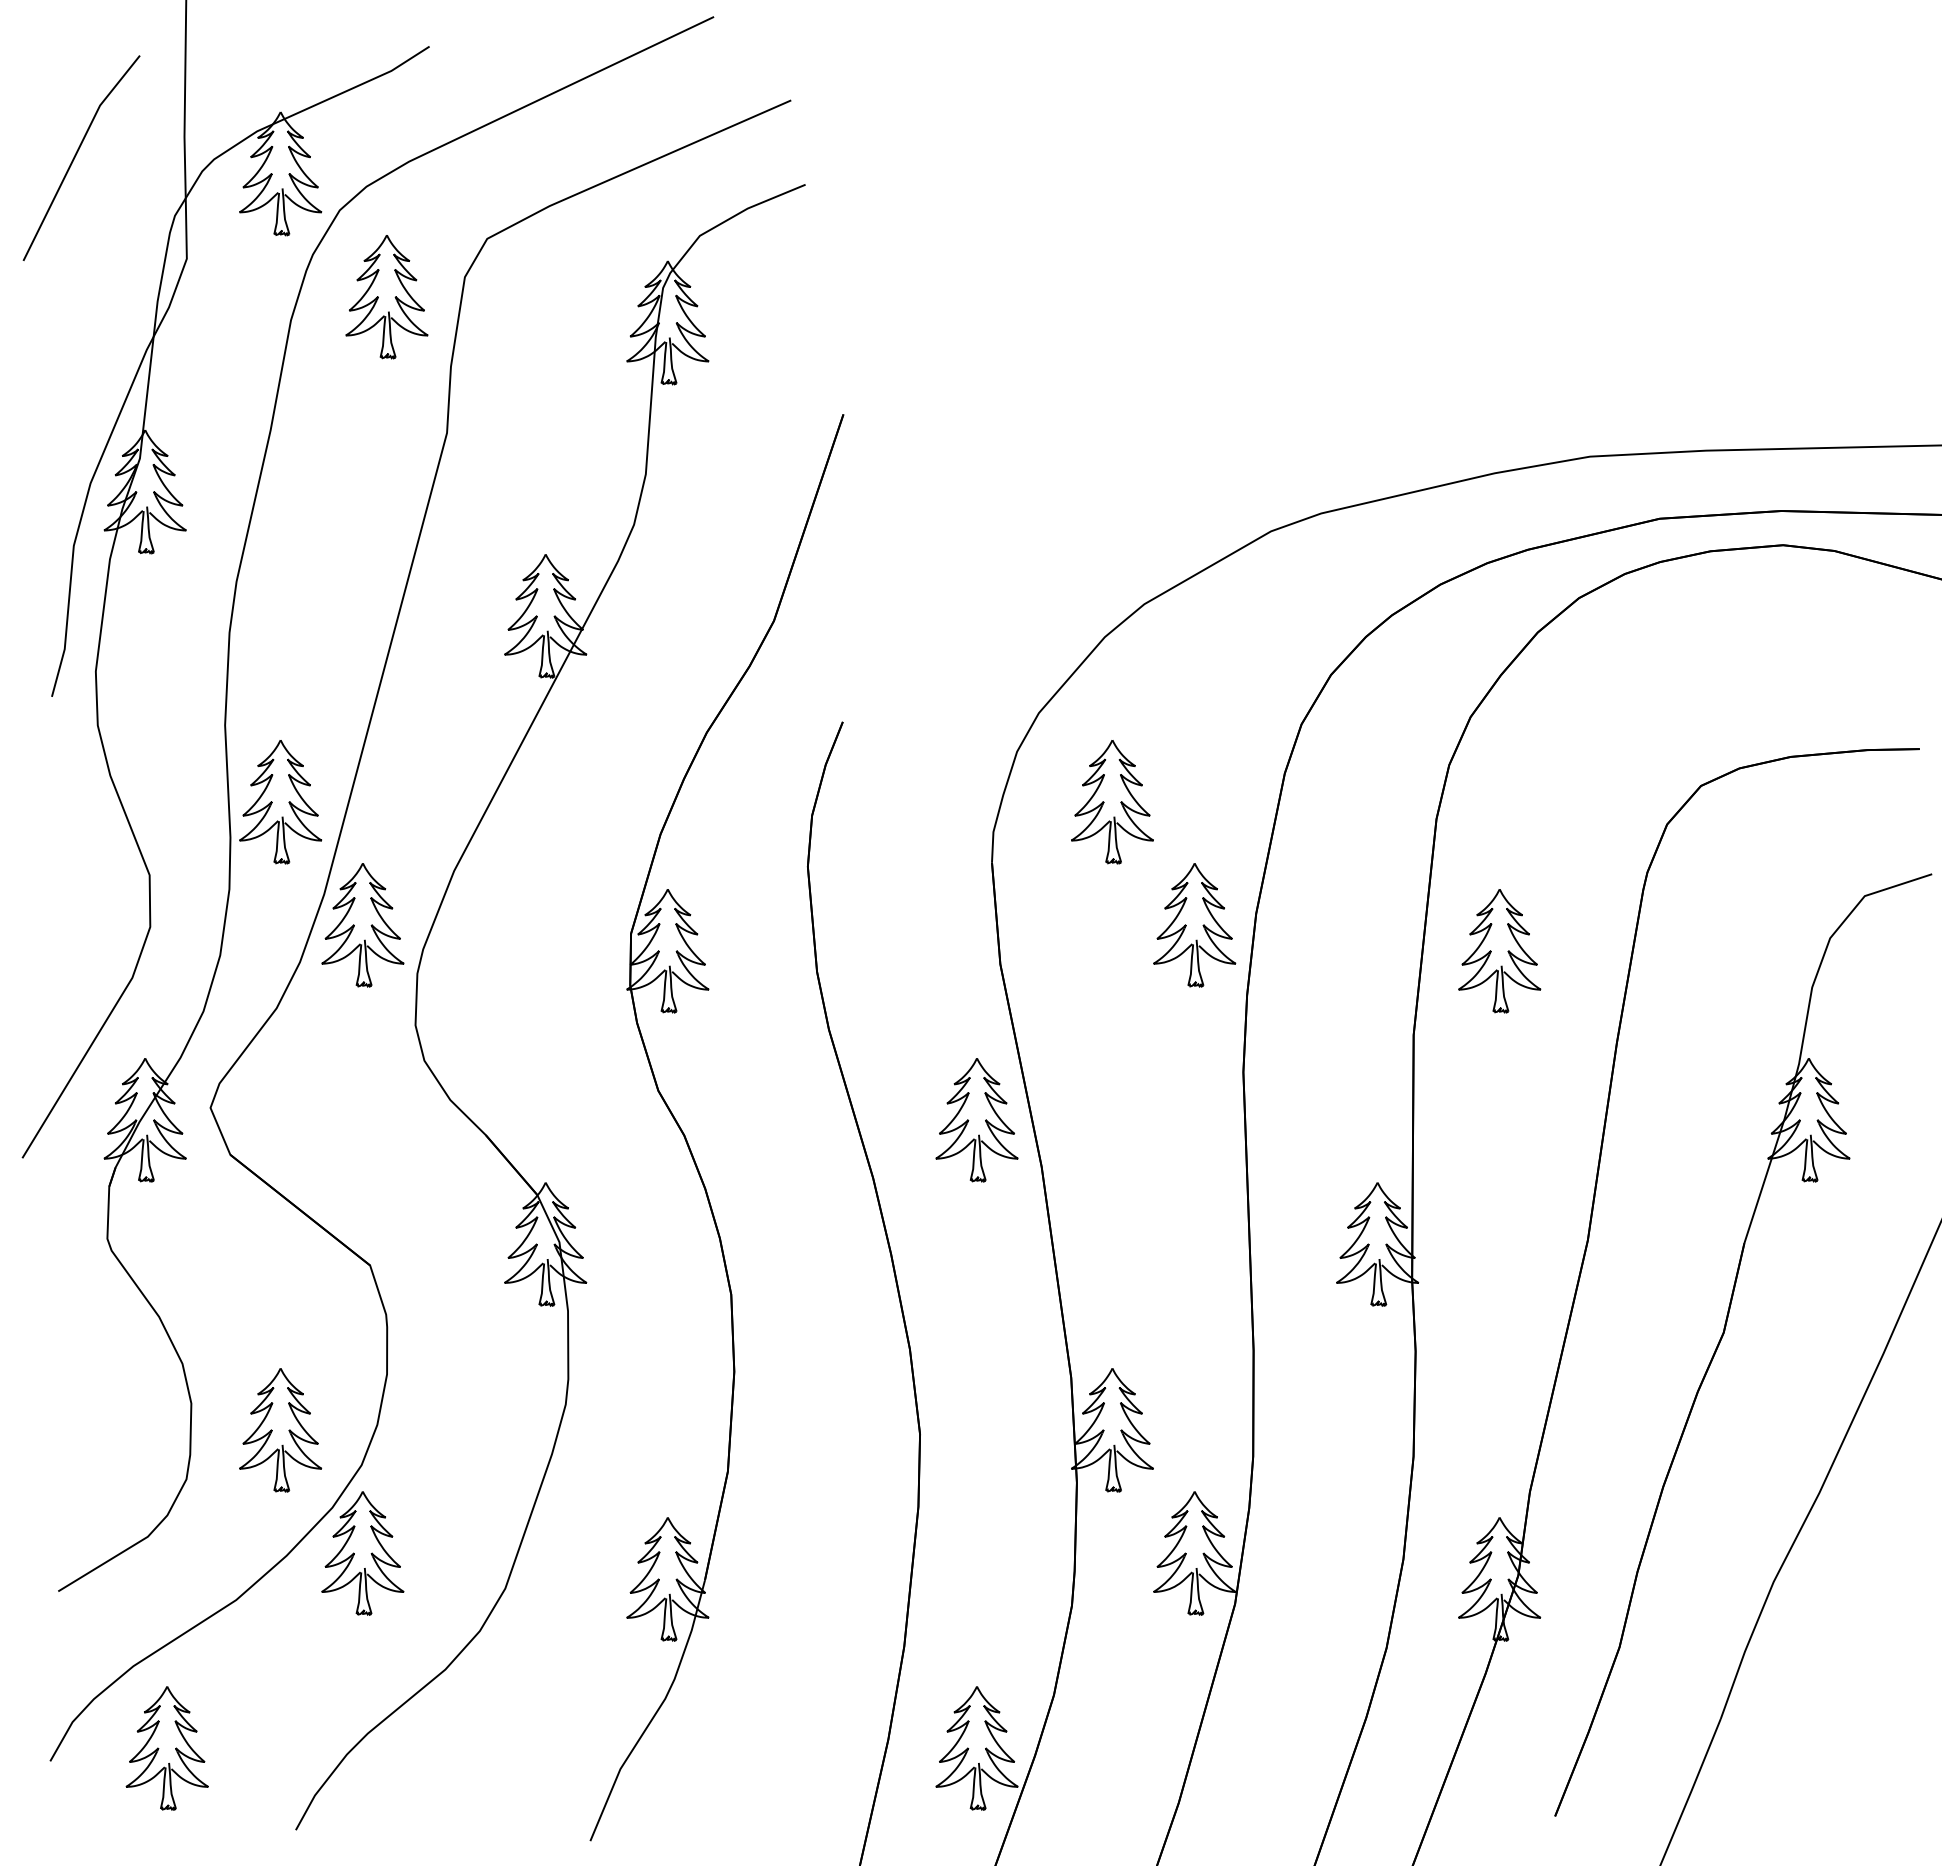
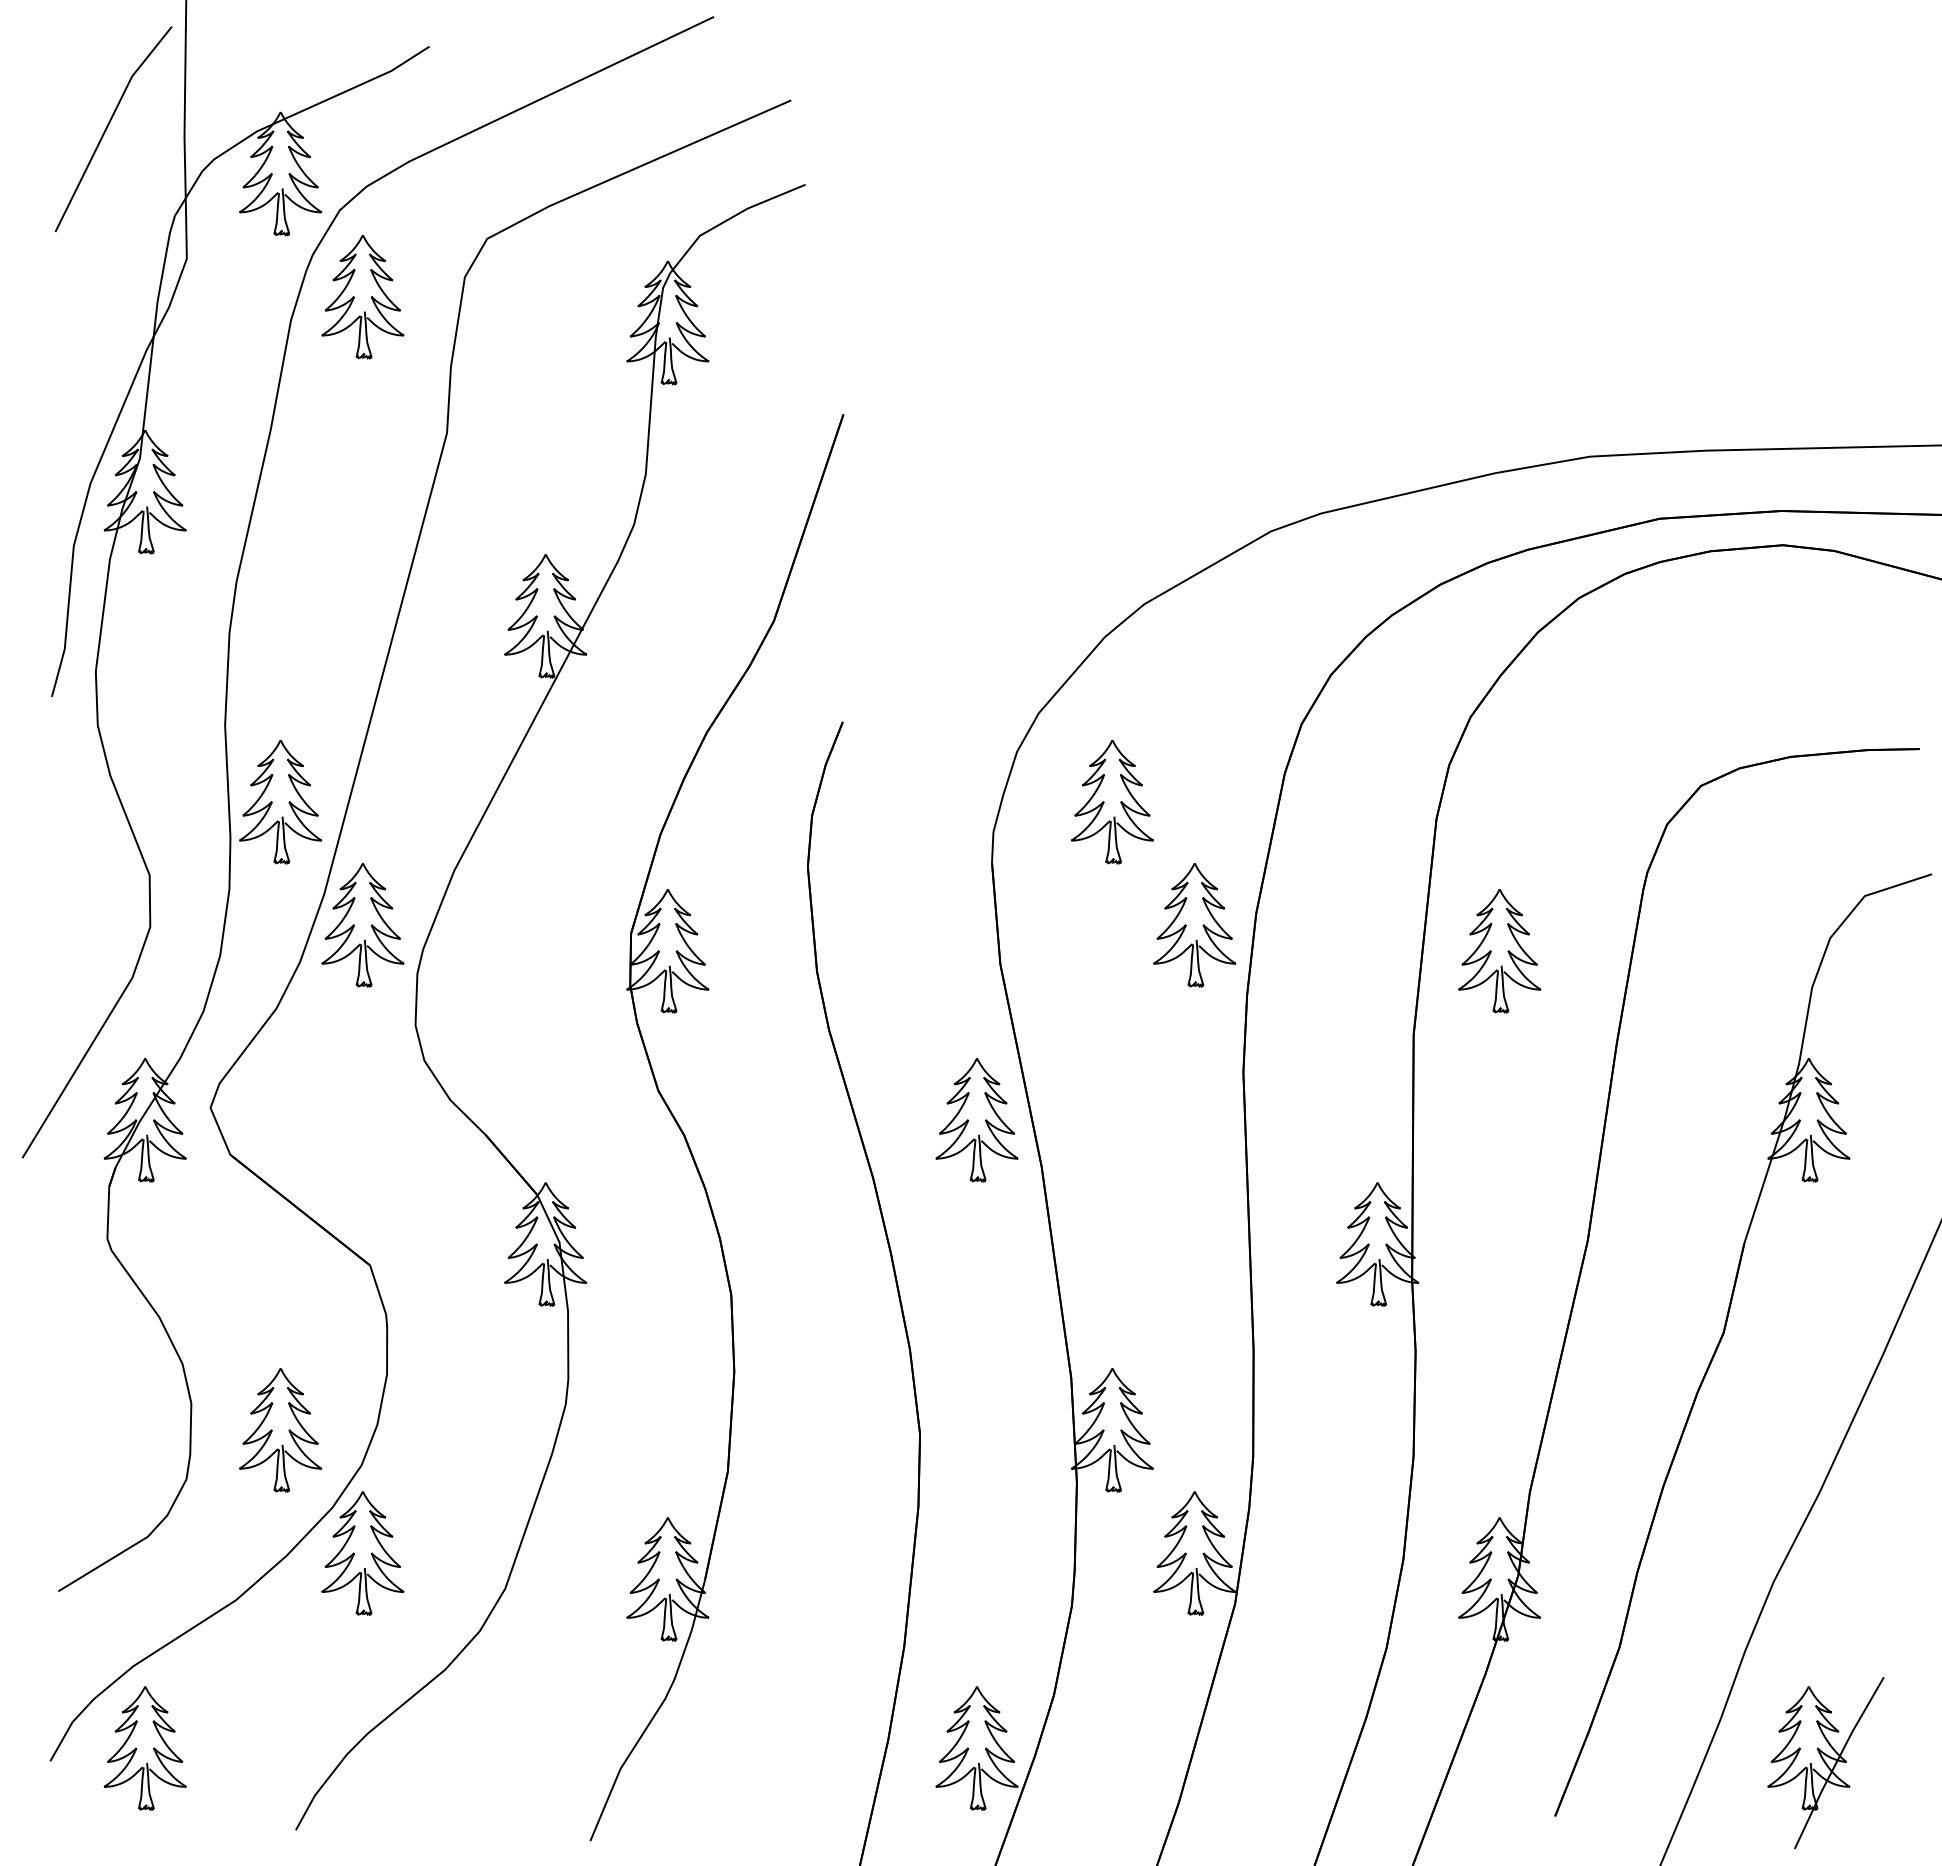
line at (76, 155) position: (76, 155) -> (108, 126)
part at (386, 297) position: (386, 297) -> (362, 297)
part at (166, 1748) position: (166, 1748) -> (144, 1748)
part at (1825, 1763): none -> present
